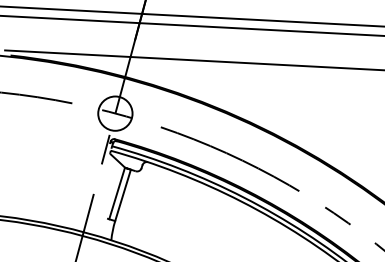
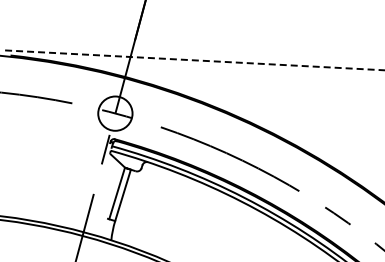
line at (191, 16): present -> none
line at (191, 25): present -> none
line at (194, 60): solid -> dashed
